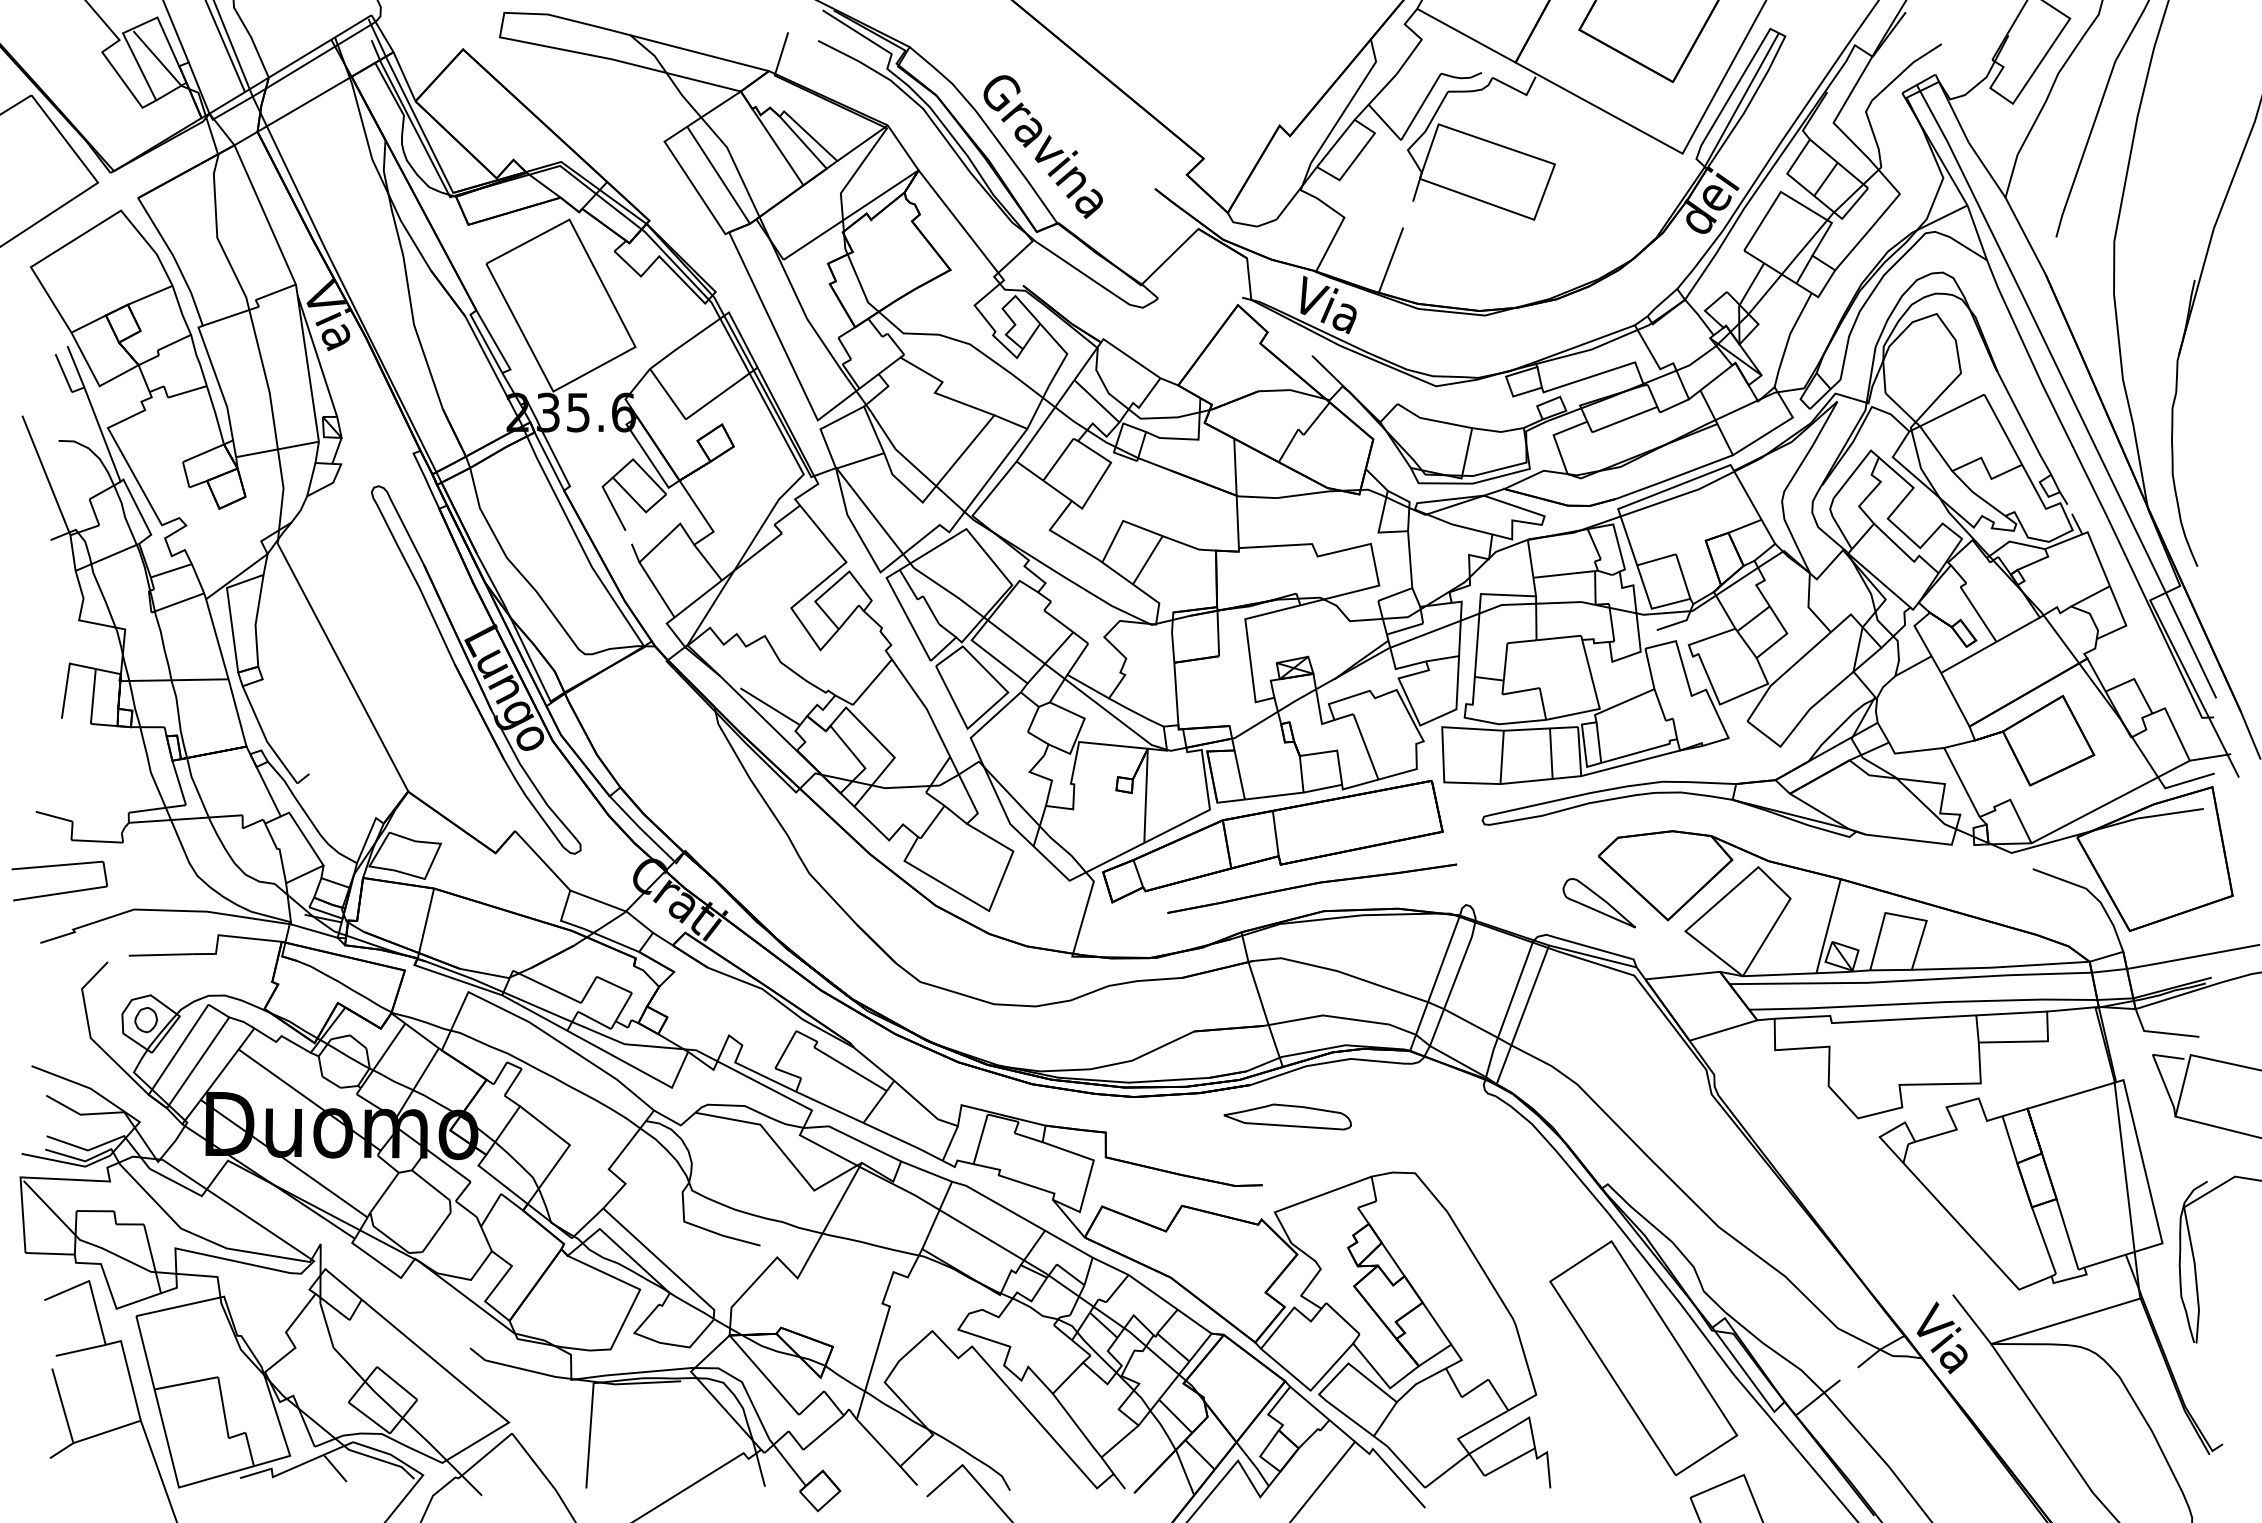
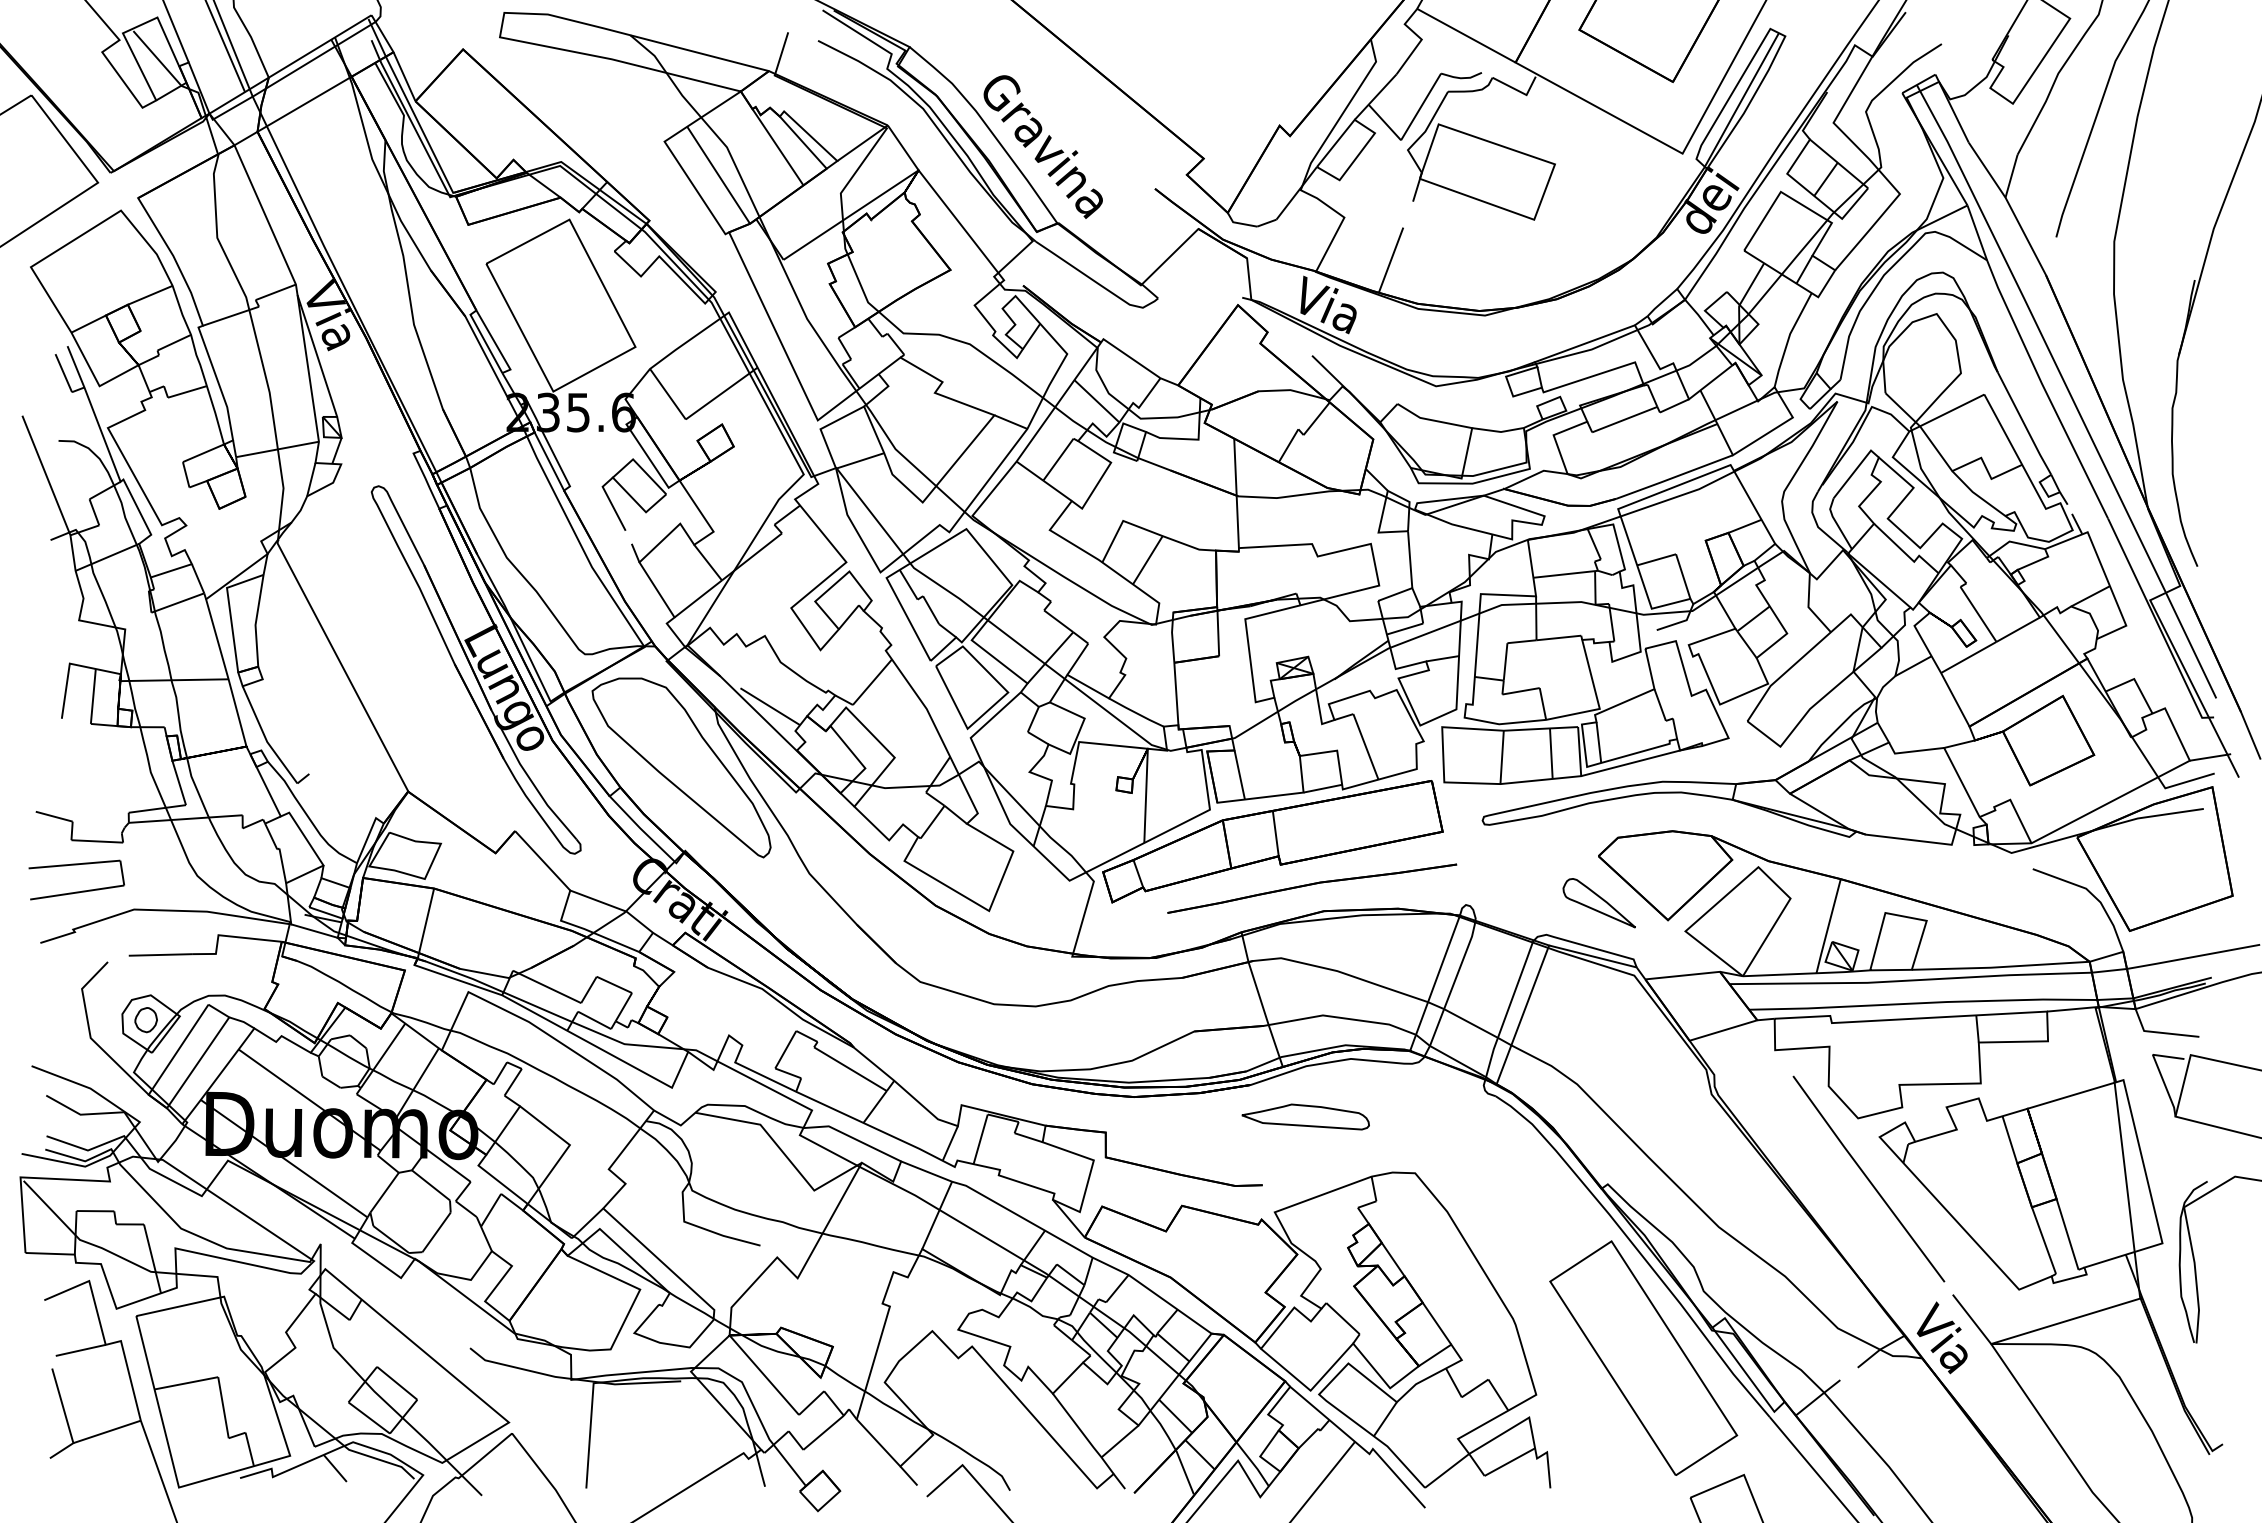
part at (681, 767): none -> present
part at (59, 892) position: (59, 892) -> (76, 891)
part at (1287, 1116) position: (1287, 1116) -> (1305, 1116)
line at (1868, 1178): none -> present
